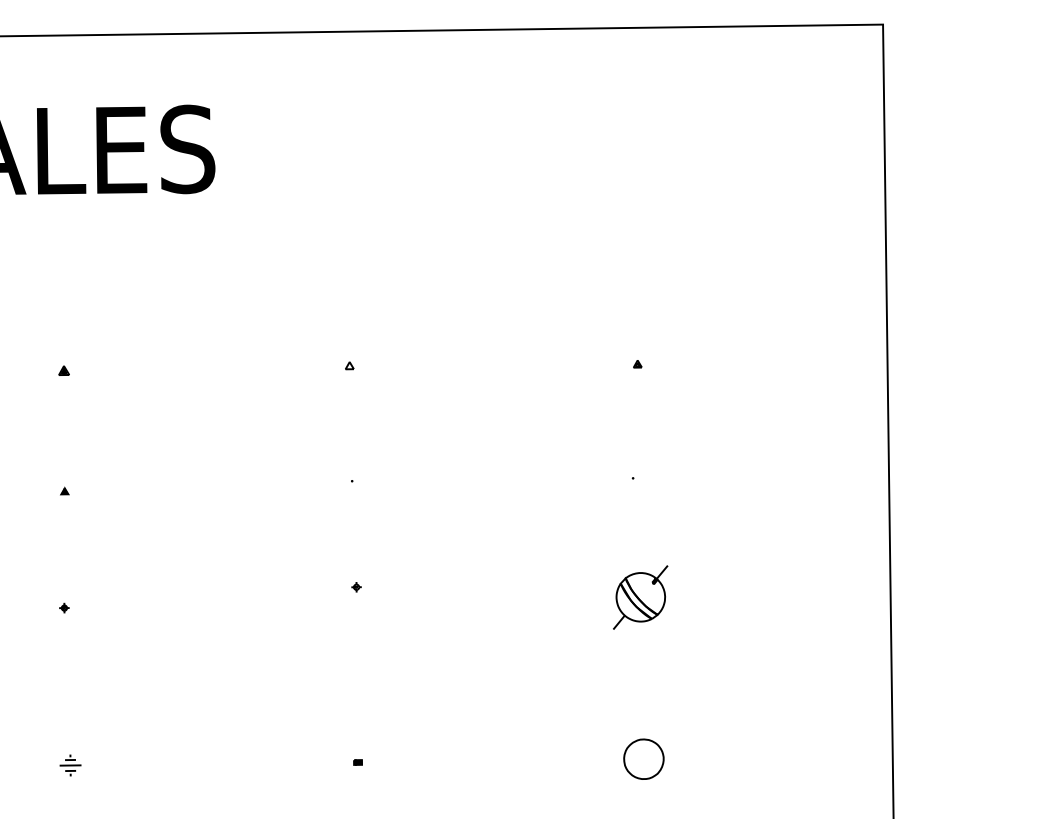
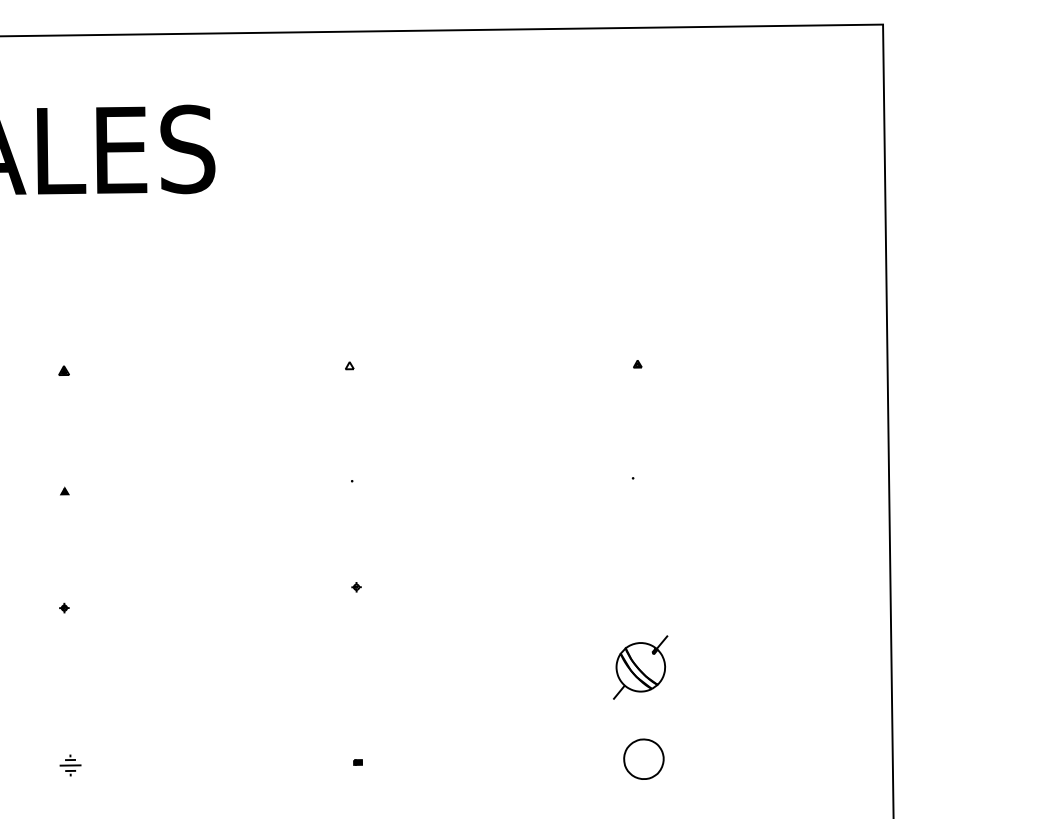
part at (640, 597) position: (640, 597) -> (640, 667)
